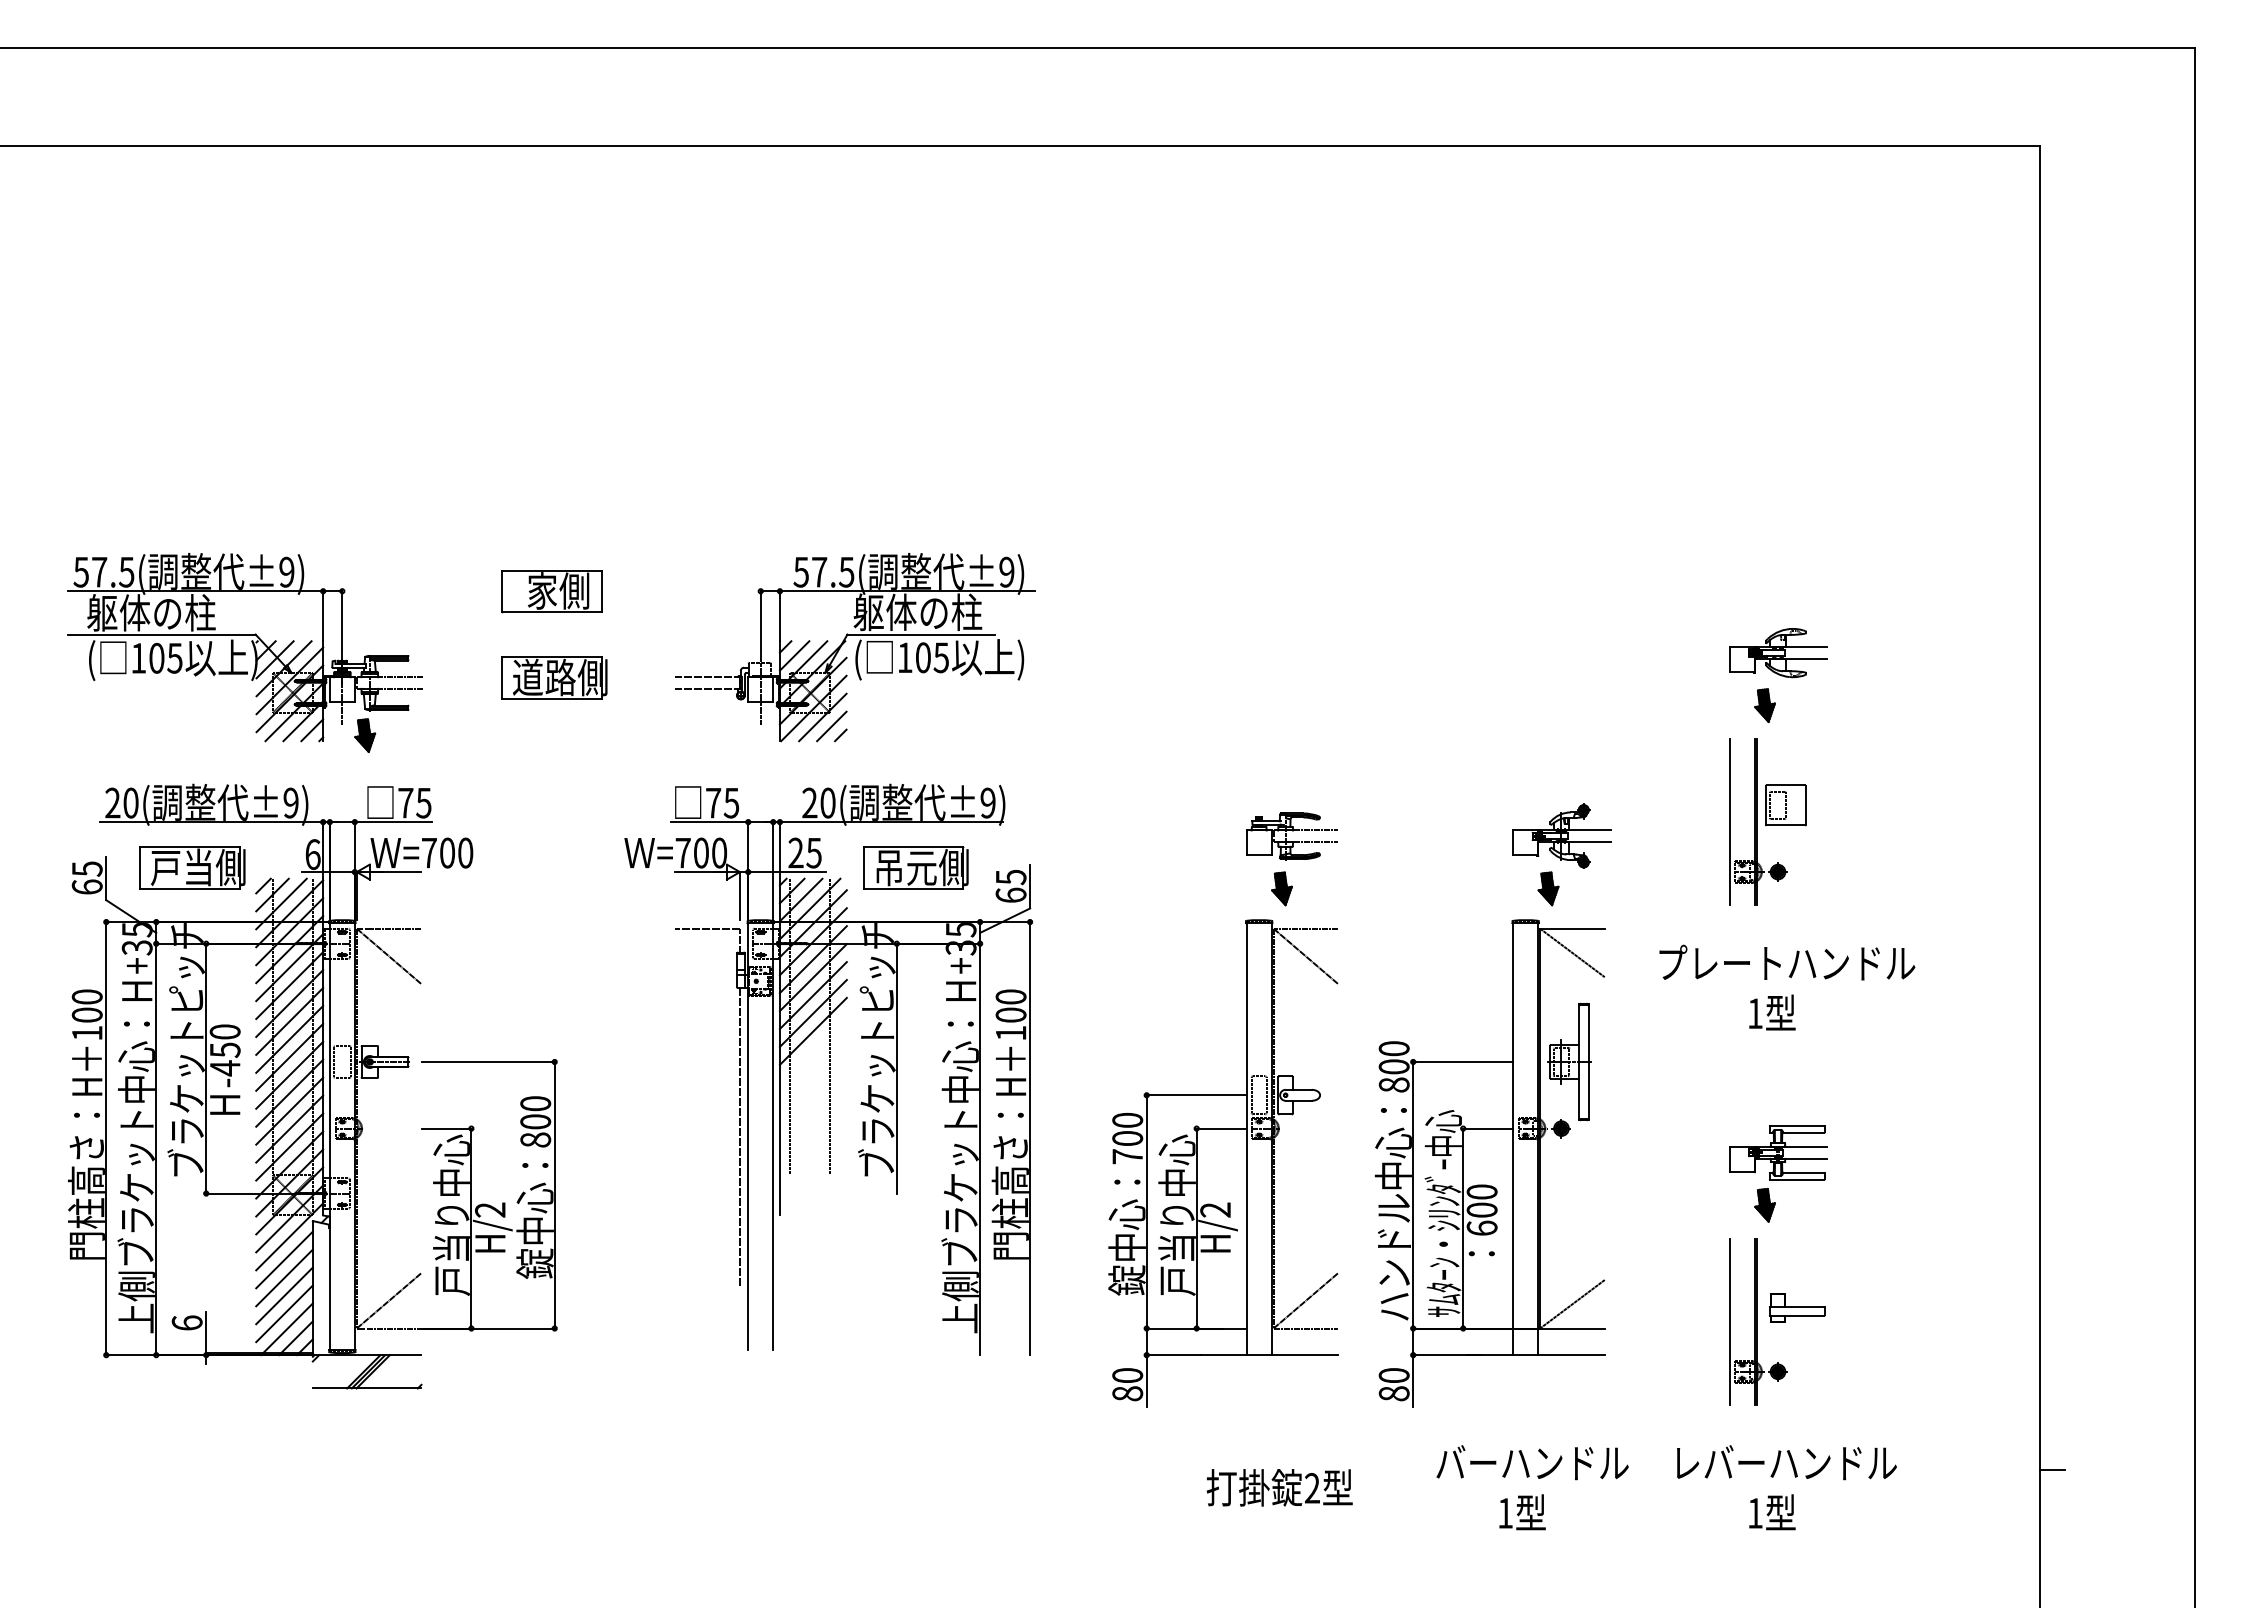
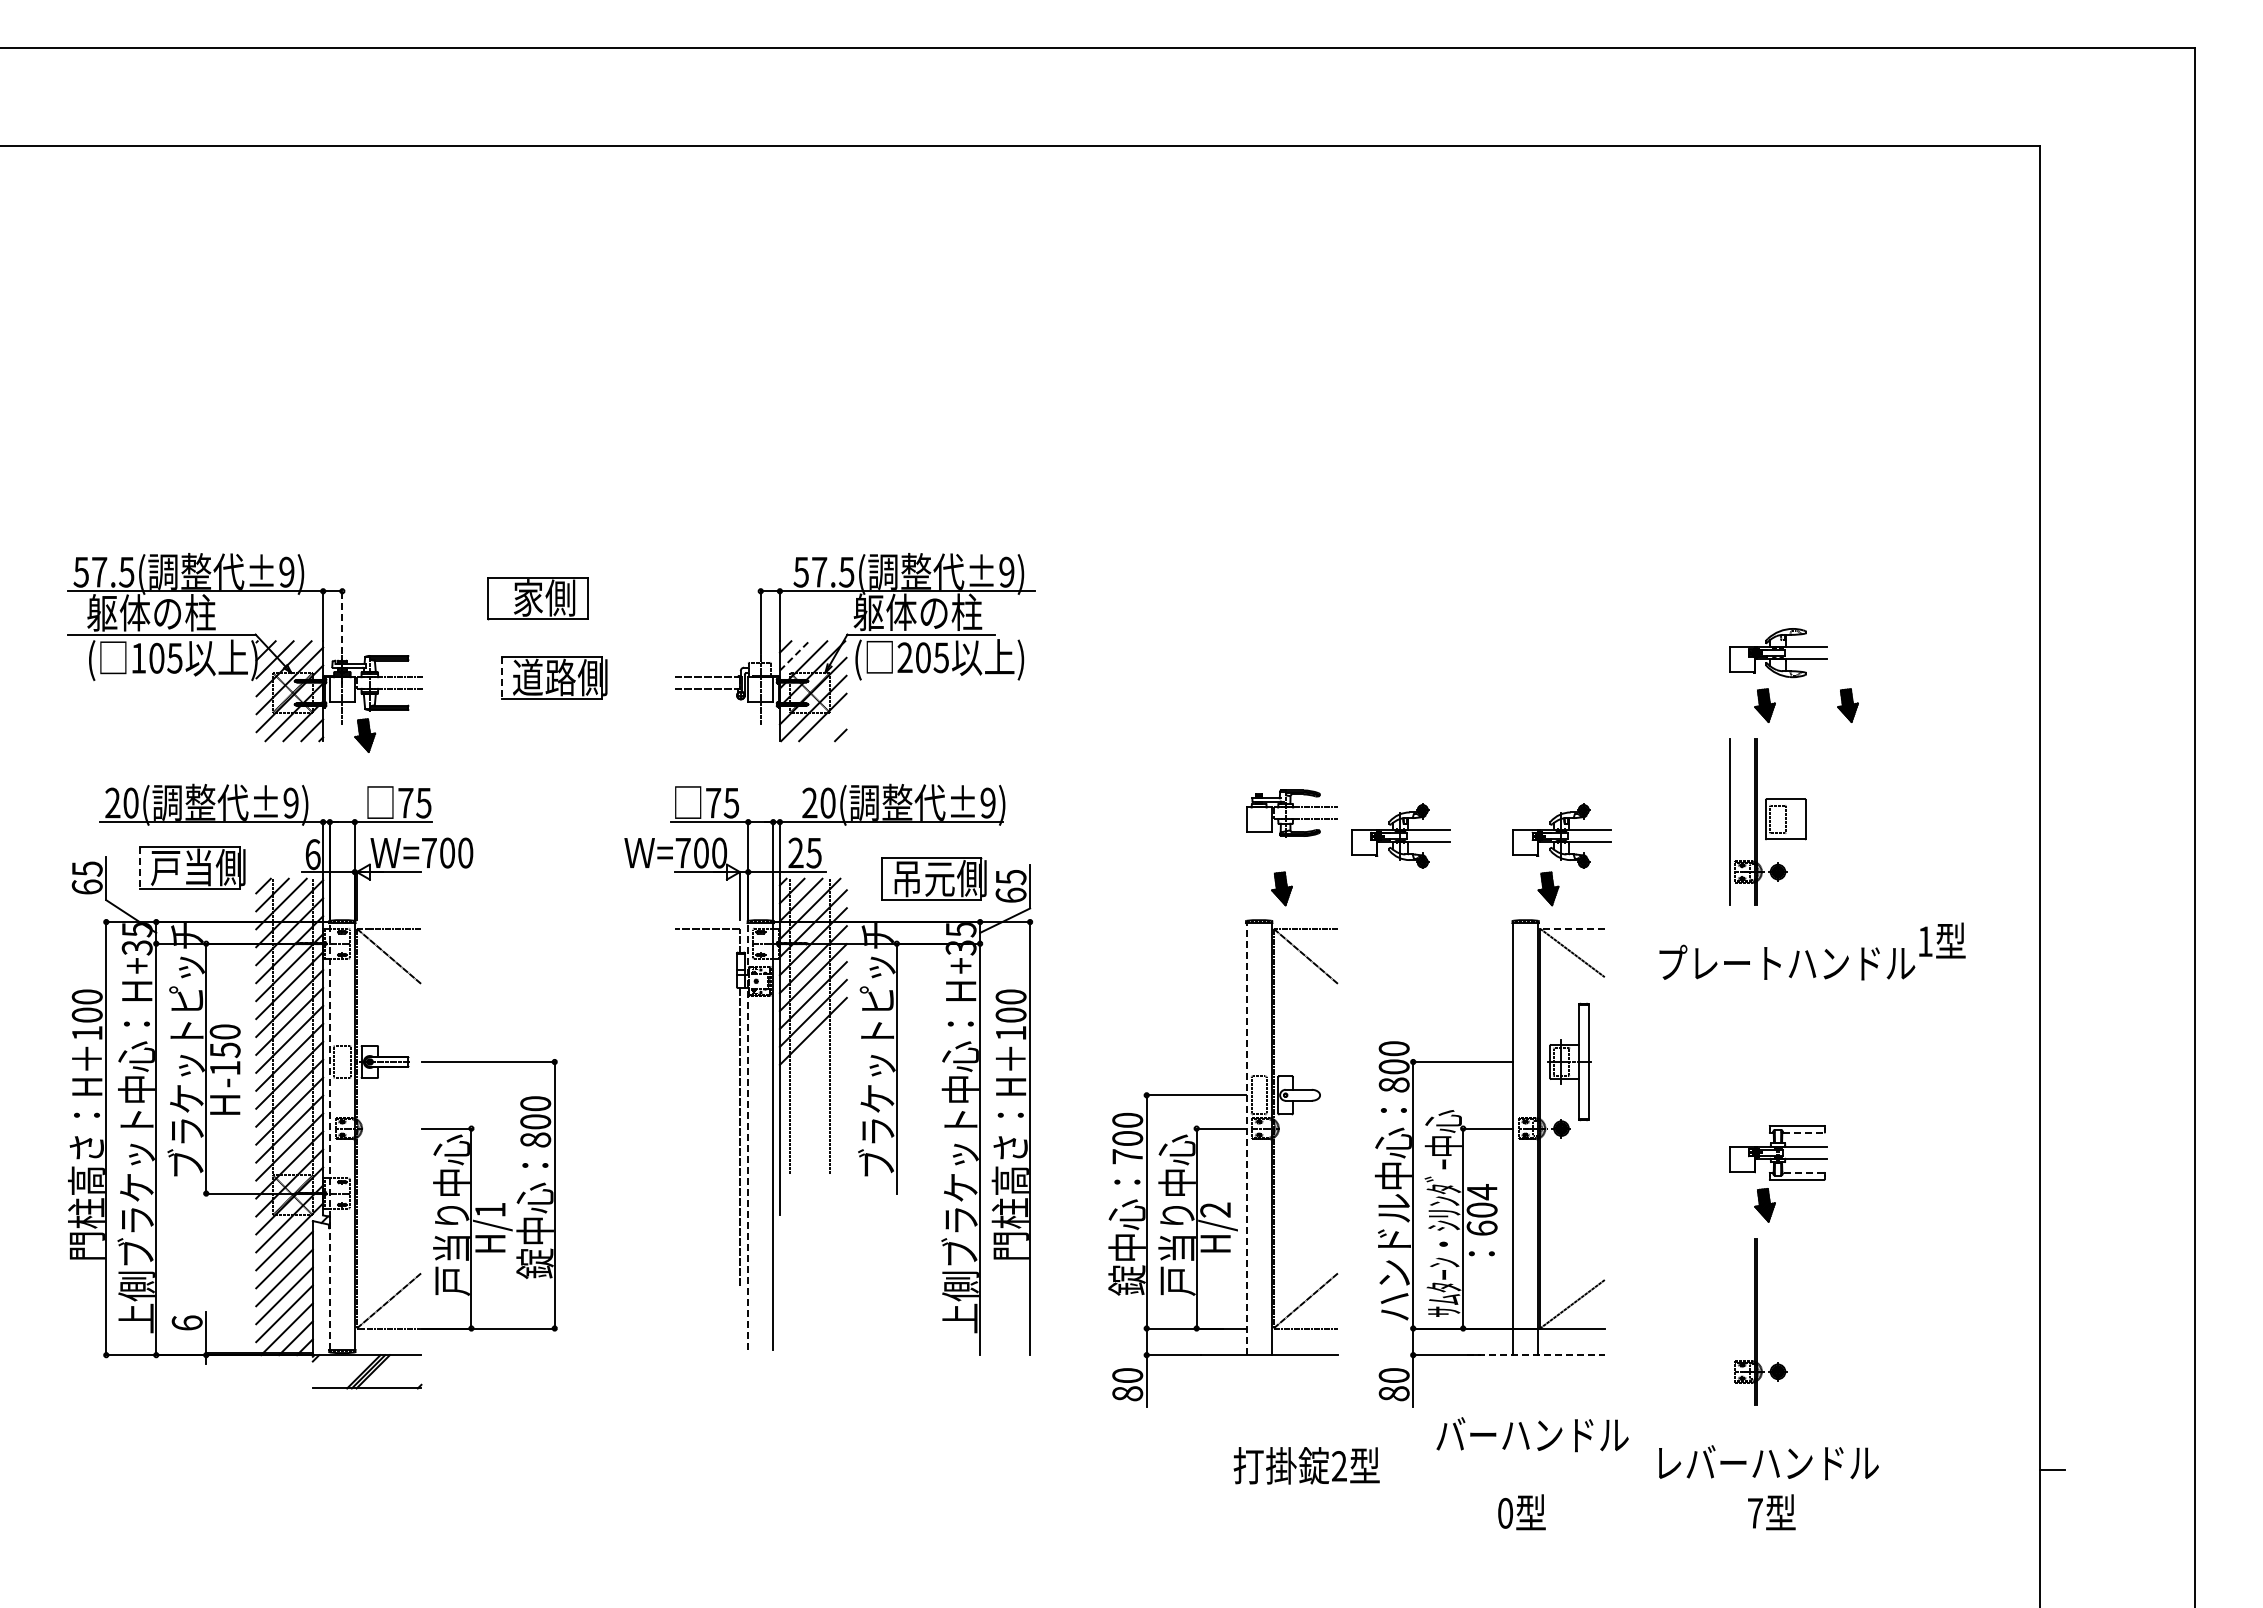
part at (551, 591) position: (551, 591) -> (537, 598)
line at (342, 622): solid -> dashed
line at (794, 655): solid -> dashed
text at (904, 657): 105 -> 205
line at (501, 678): solid -> dashed
part at (1847, 705): none -> present
line at (831, 726): present -> none
part at (1785, 805) position: (1785, 805) -> (1785, 819)
part at (1400, 835): none -> present
part at (1291, 836) position: (1291, 836) -> (1291, 813)
line at (139, 867): solid -> dashed
part at (915, 867) position: (915, 867) -> (933, 878)
line at (1571, 928): solid -> dashed
text at (1772, 1012) position: (1772, 1012) -> (1942, 940)
text at (225, 1068): -450 -> -150
line at (1803, 1132): solid -> dashed
line at (329, 1136): solid -> dashed
line at (748, 1136): solid -> dashed
line at (1246, 1139): solid -> dashed
line at (1803, 1172): solid -> dashed
text at (1481, 1192): 600 -> 604
text at (490, 1209): H/2 -> H/1
part at (1797, 1307): present -> none
line at (1729, 1321): present -> none
line at (1536, 1355): solid -> dashed
text at (1532, 1462) position: (1532, 1462) -> (1532, 1434)
text at (1786, 1462) position: (1786, 1462) -> (1768, 1462)
text at (1279, 1487) position: (1279, 1487) -> (1306, 1465)
text at (1505, 1512): 1 -> 0
text at (1755, 1513): 1 -> 7
